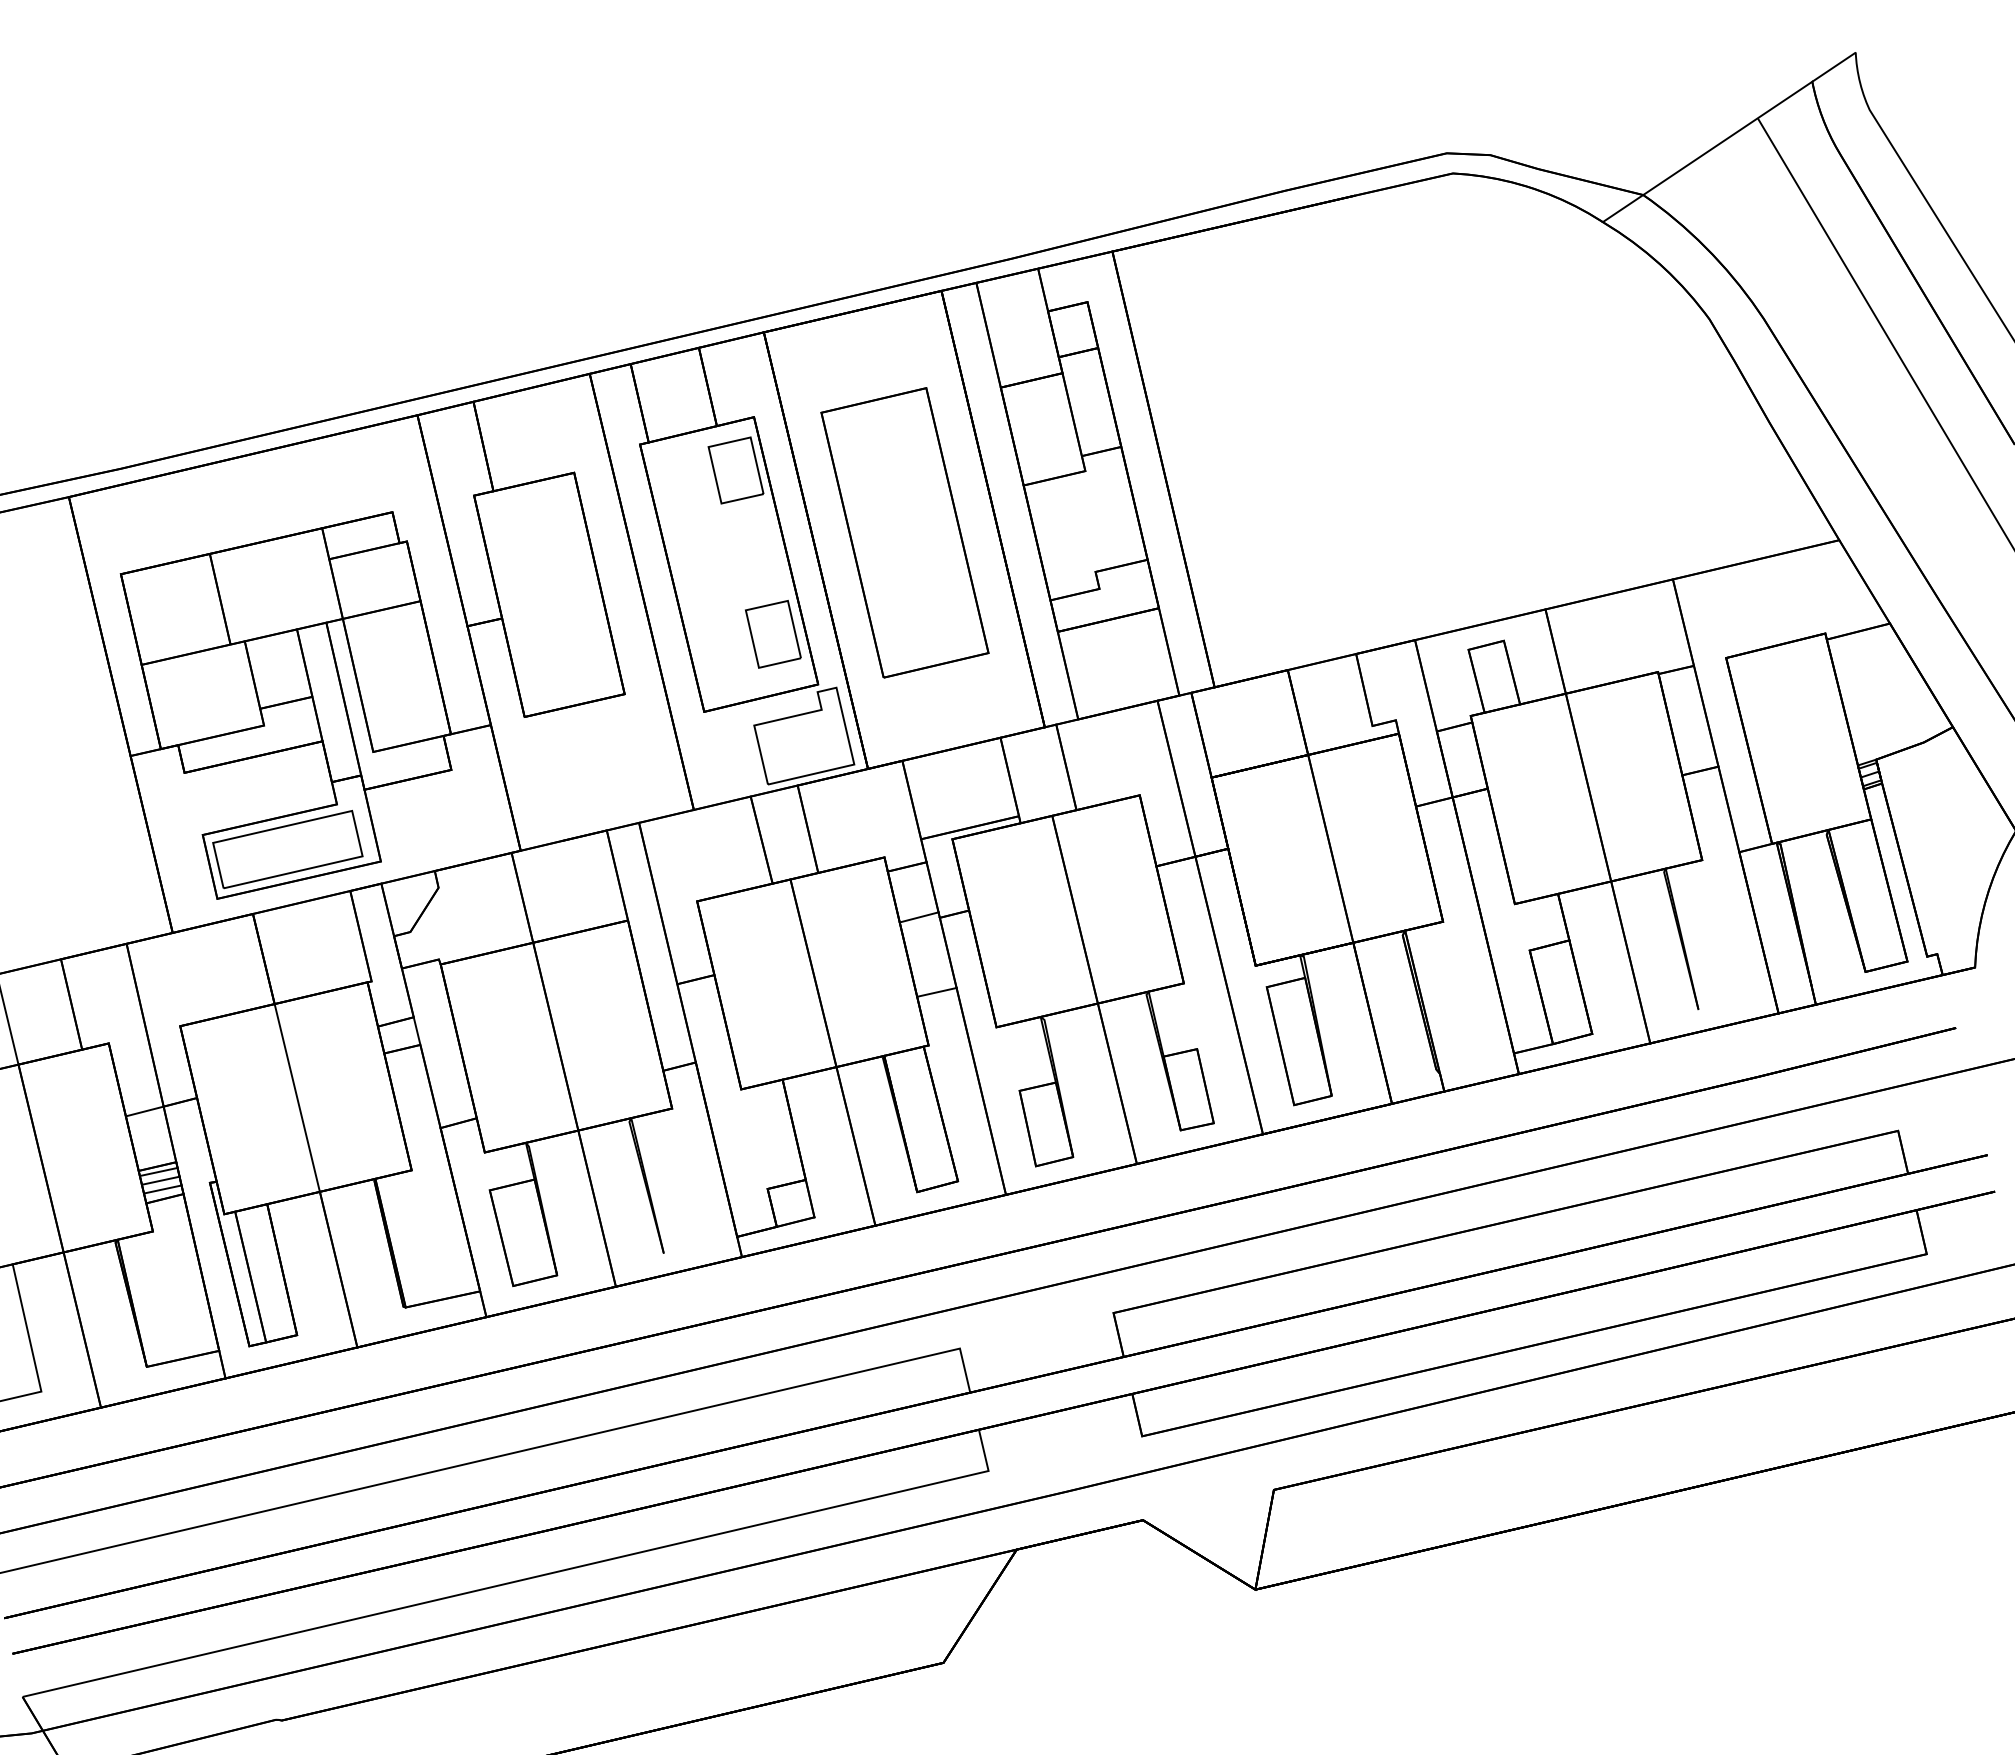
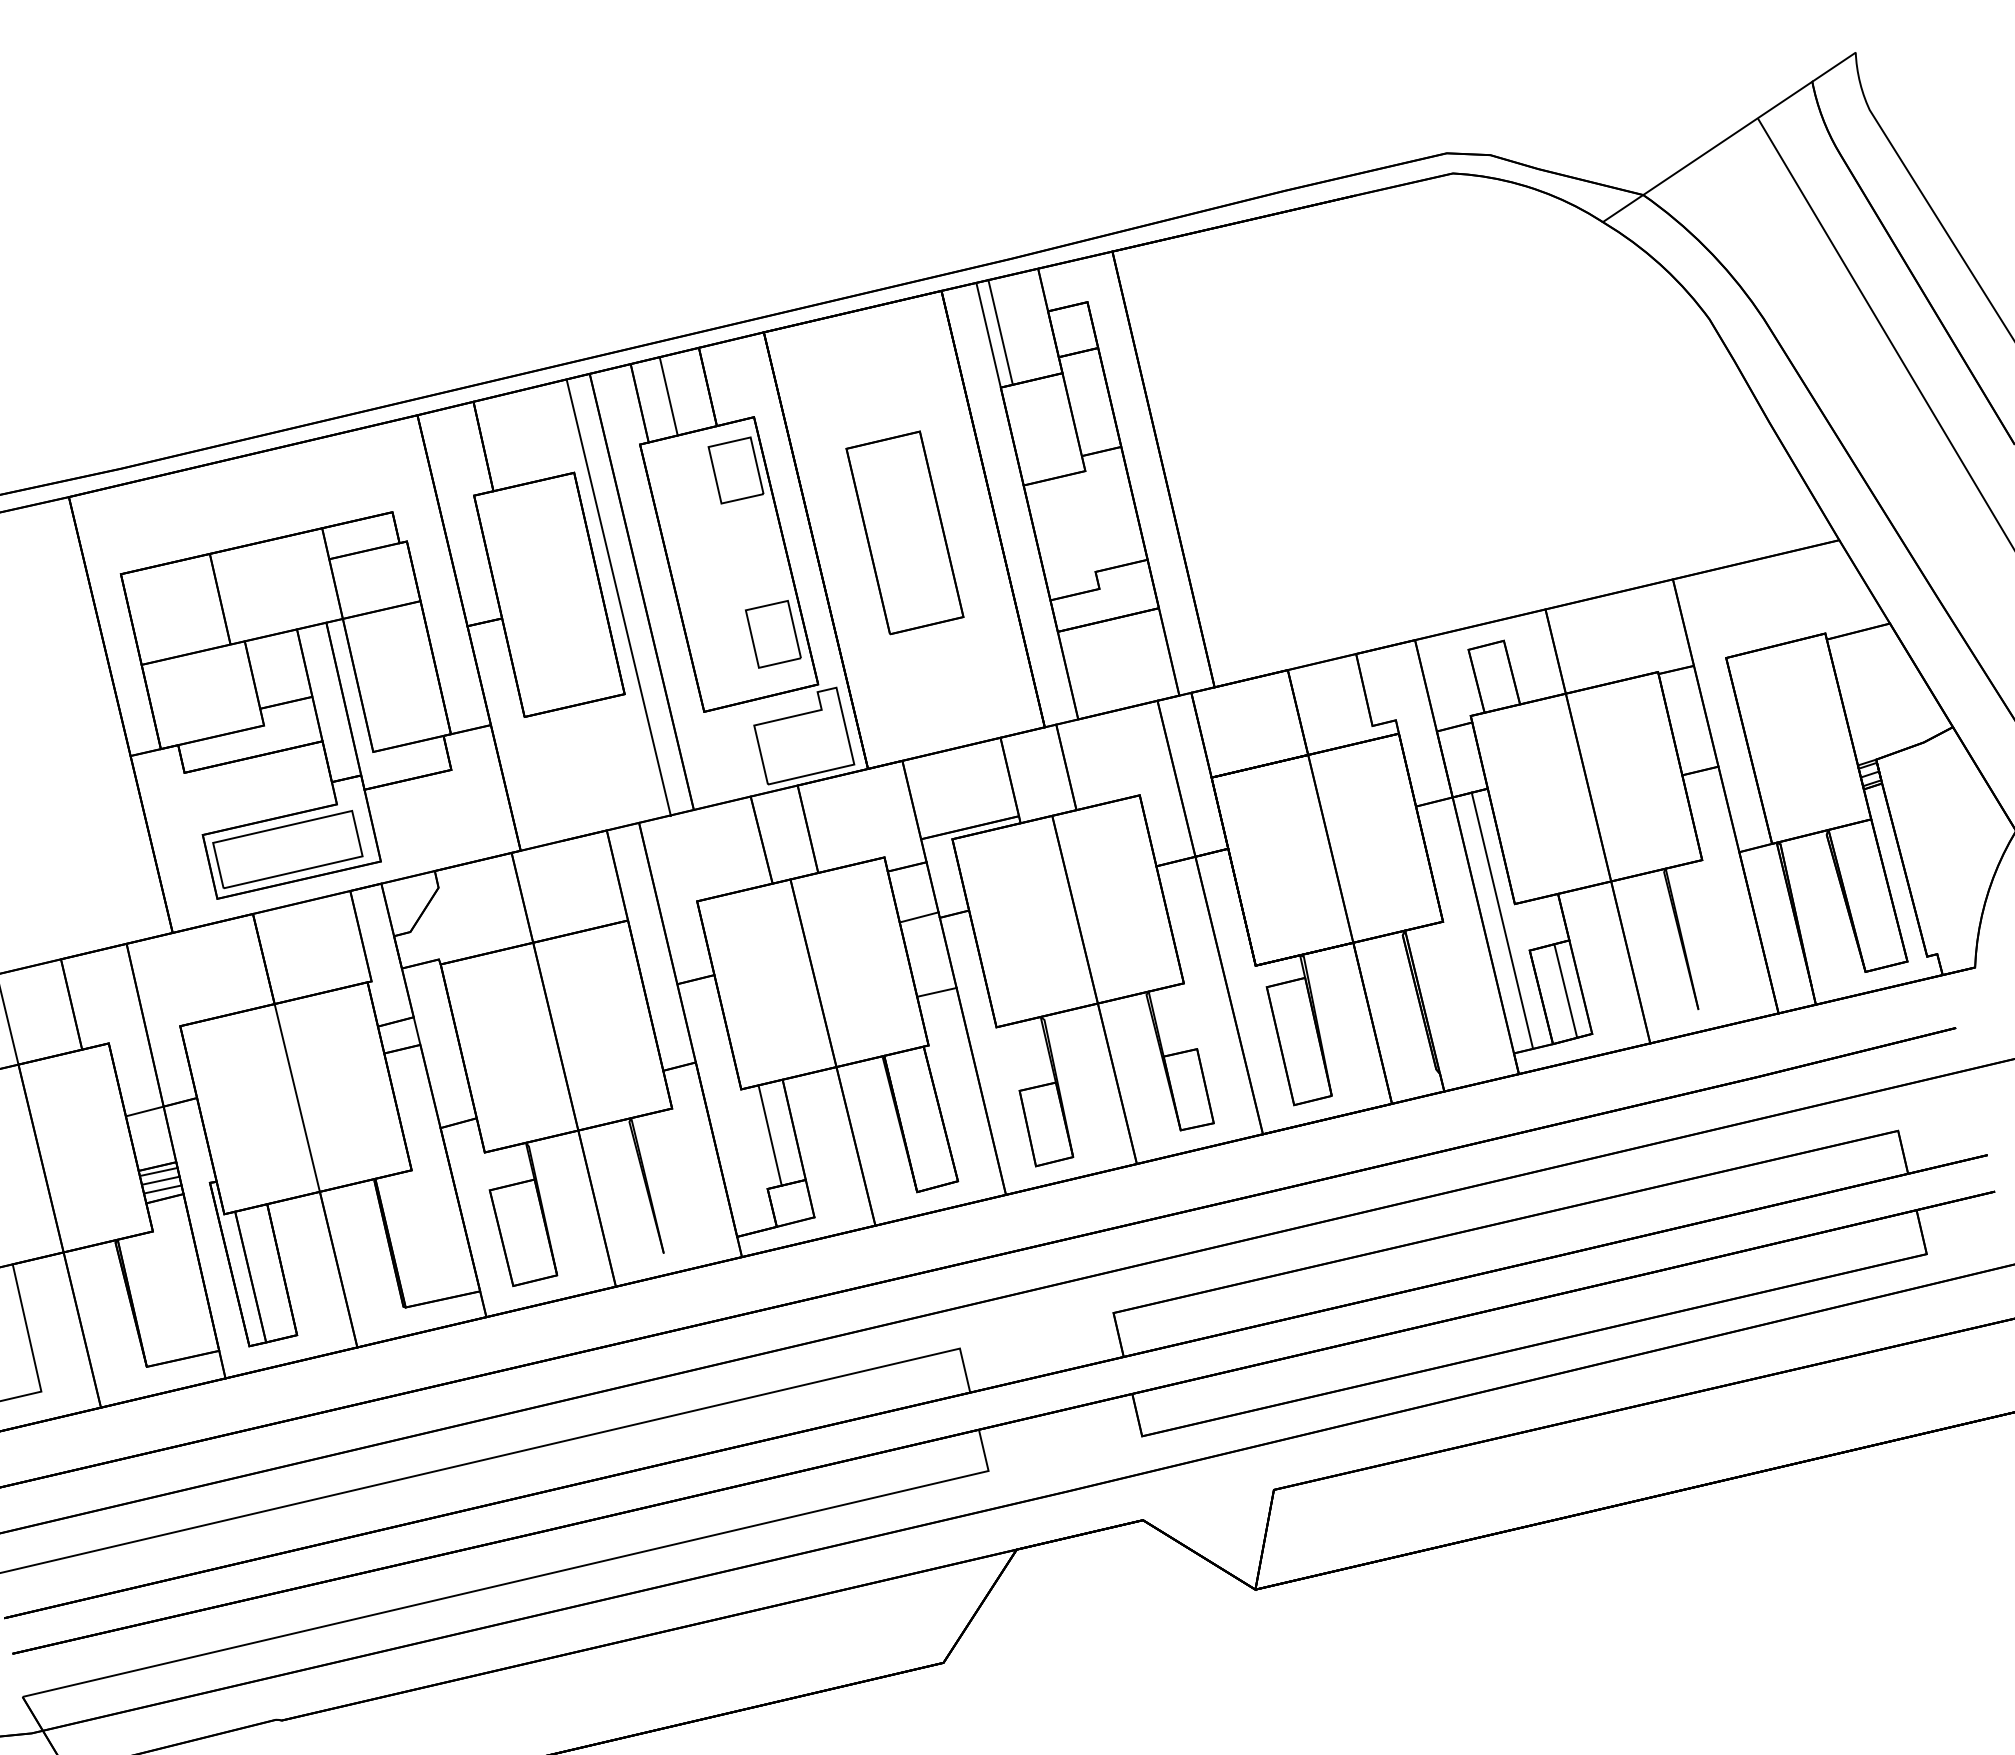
line at (988, 334) position: (988, 334) -> (1000, 331)
line at (639, 403) position: (639, 403) -> (668, 396)
part at (904, 532) size: 170x292 px -> 120x206 px
line at (641, 591) position: (641, 591) -> (618, 597)
line at (1482, 925) position: (1482, 925) -> (1501, 920)
line at (1580, 986) position: (1580, 986) -> (1565, 990)
line at (793, 1129) position: (793, 1129) -> (769, 1135)
